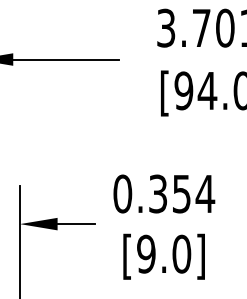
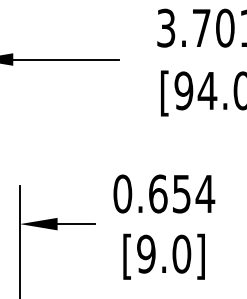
text at (158, 193): 0.354 -> 0.654
